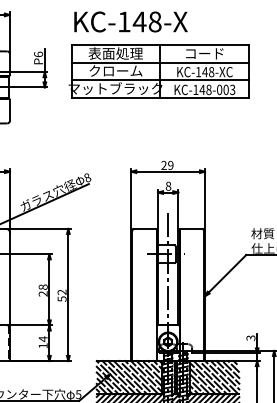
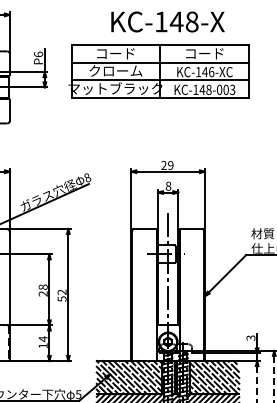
text at (130, 21) position: (130, 21) -> (167, 21)
text at (115, 53): 表面処理 -> コード
text at (211, 72): KC-148-XC -> KC-146-XC
line at (274, 379): solid -> dashed
line at (257, 384): solid -> dashed
